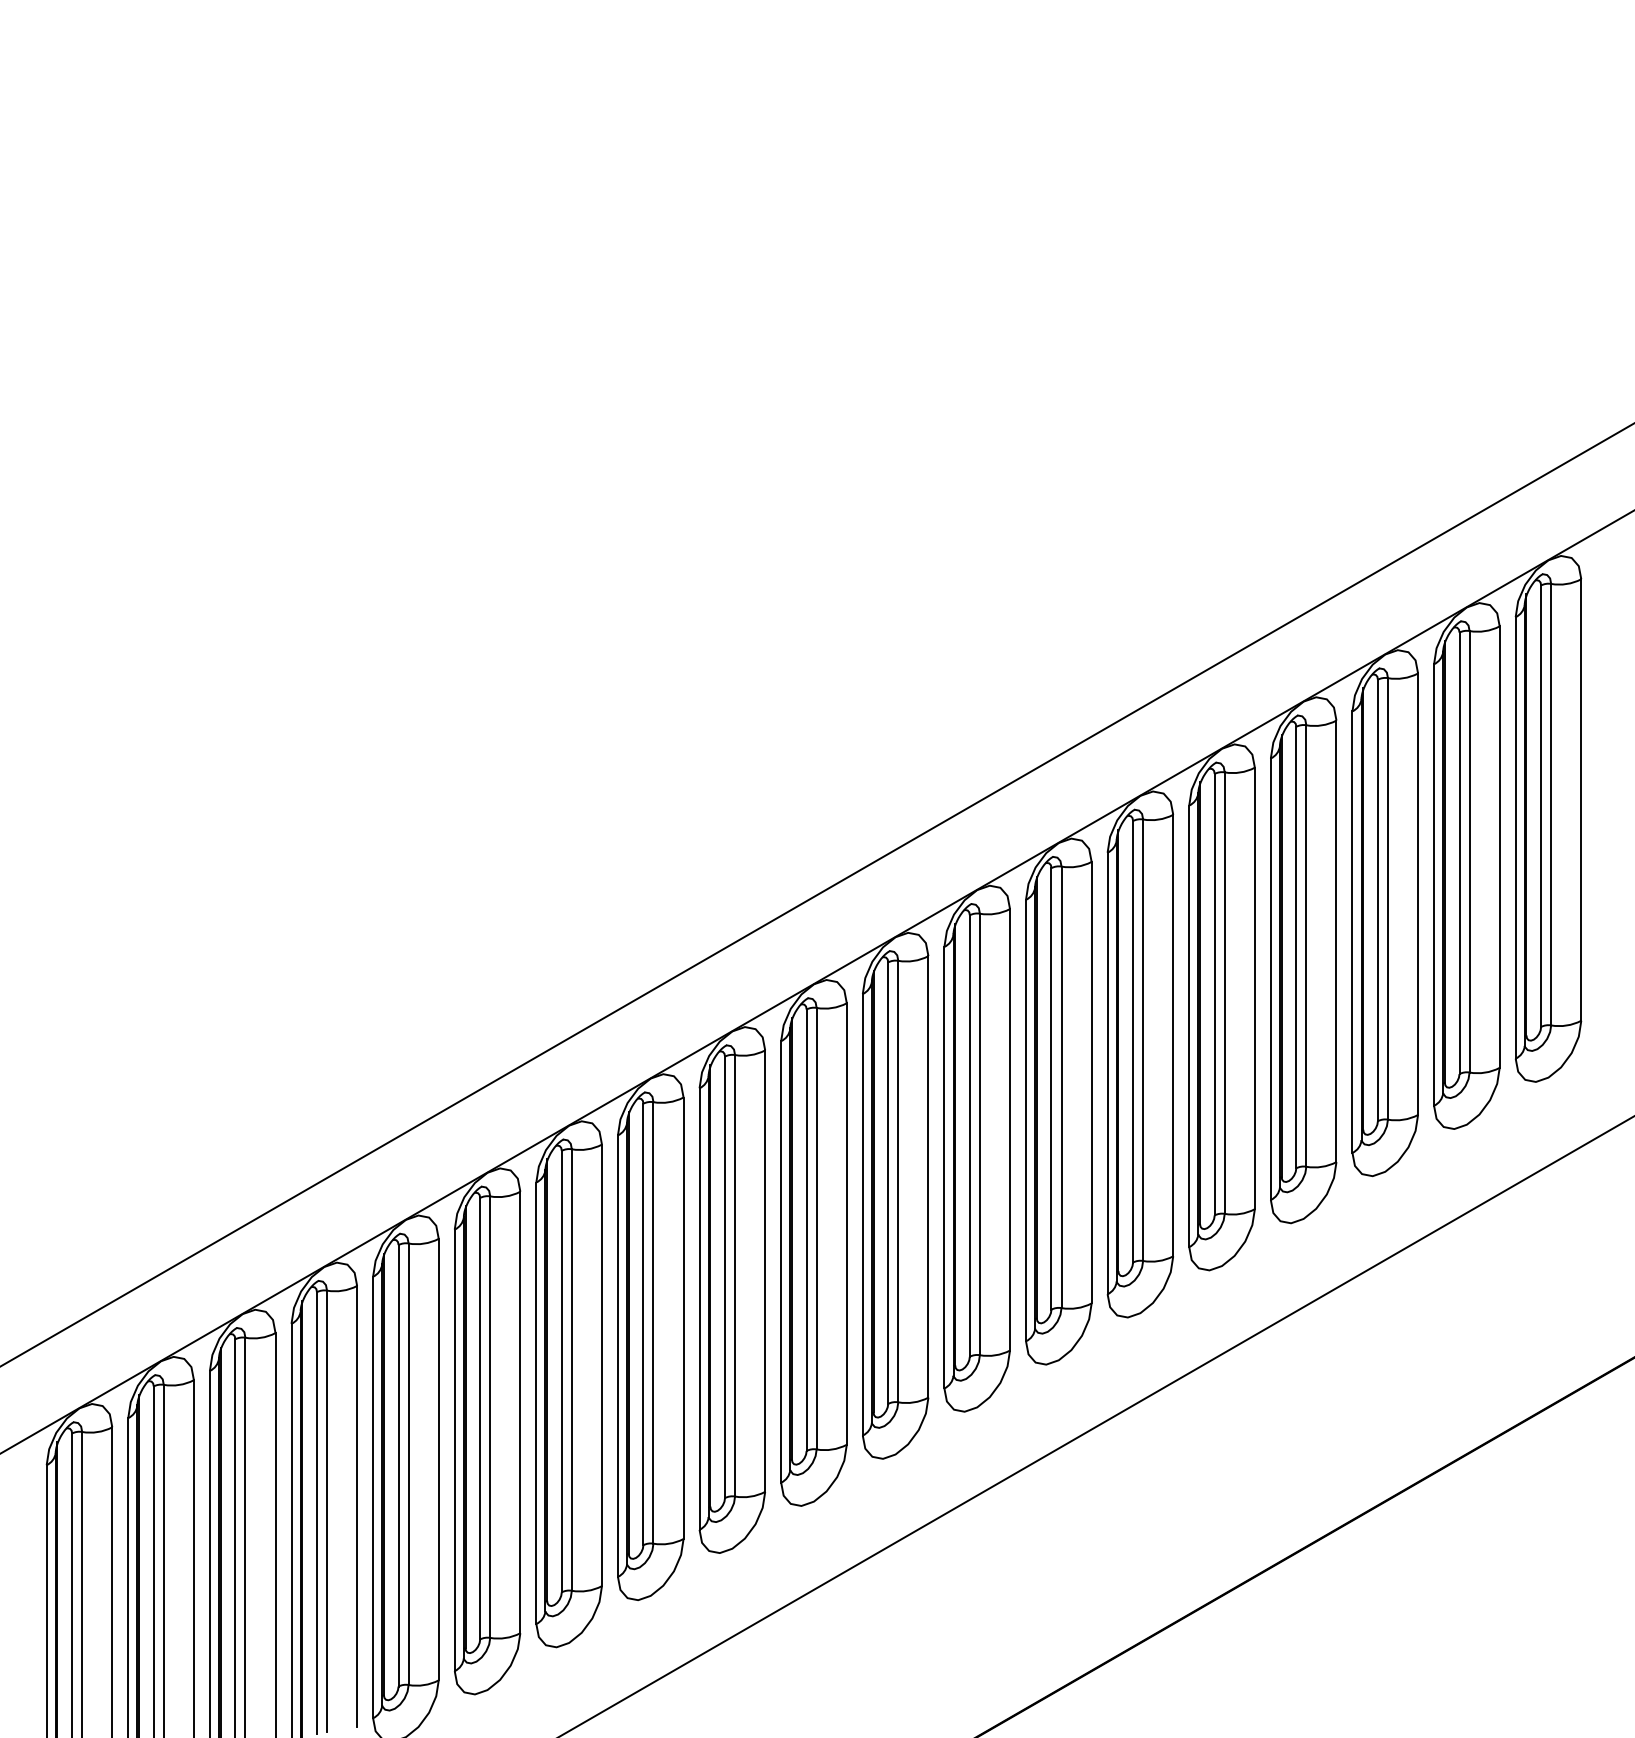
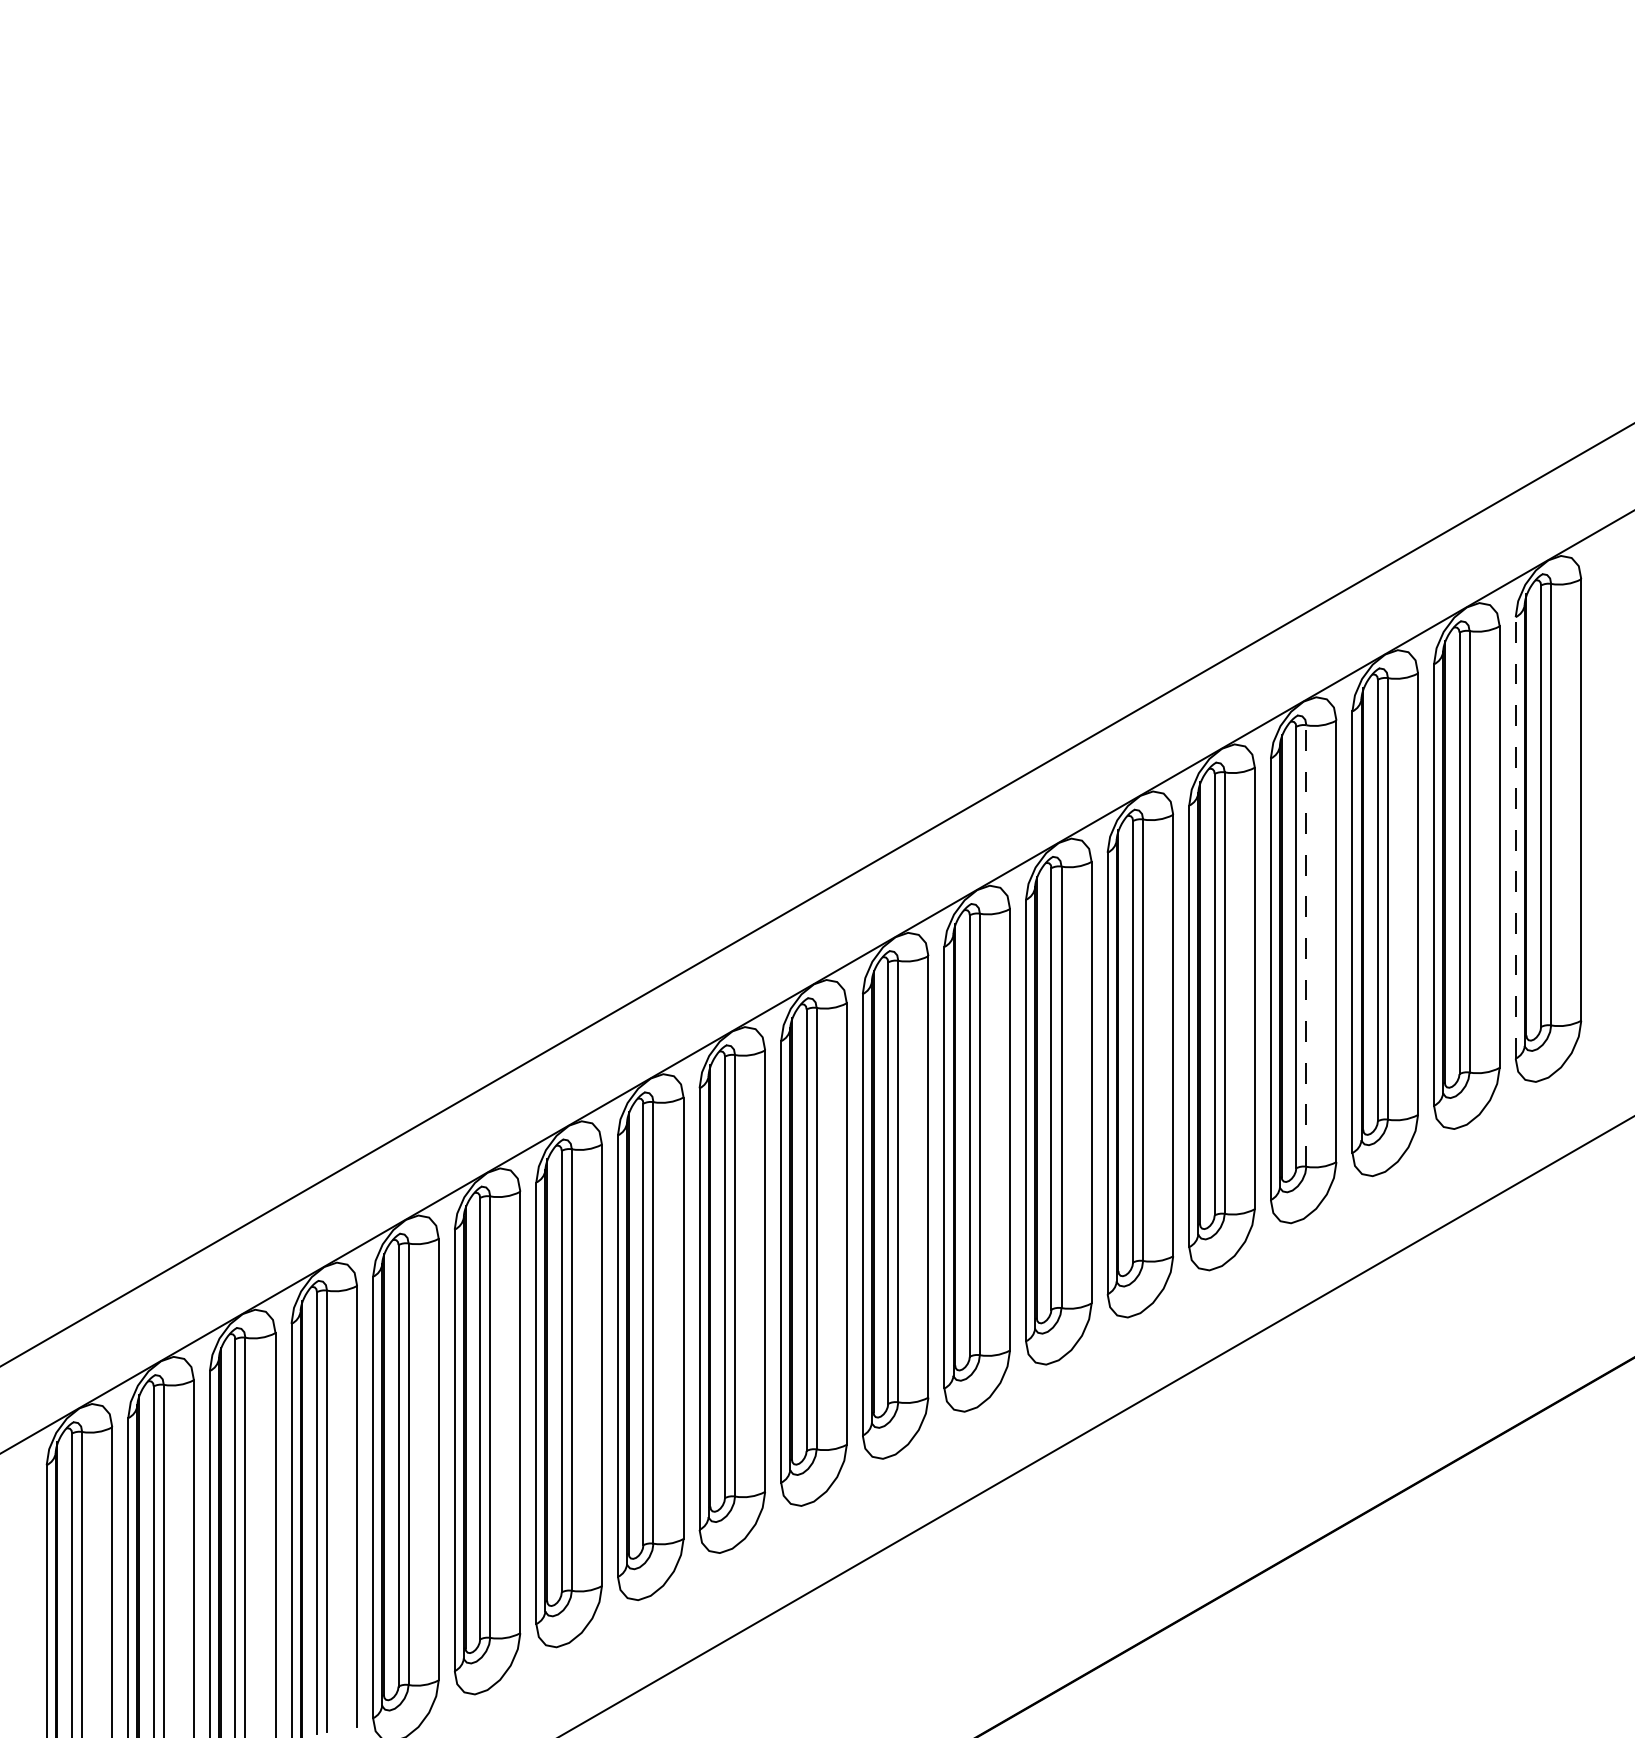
line at (1515, 837): solid -> dashed
line at (1306, 946): solid -> dashed
